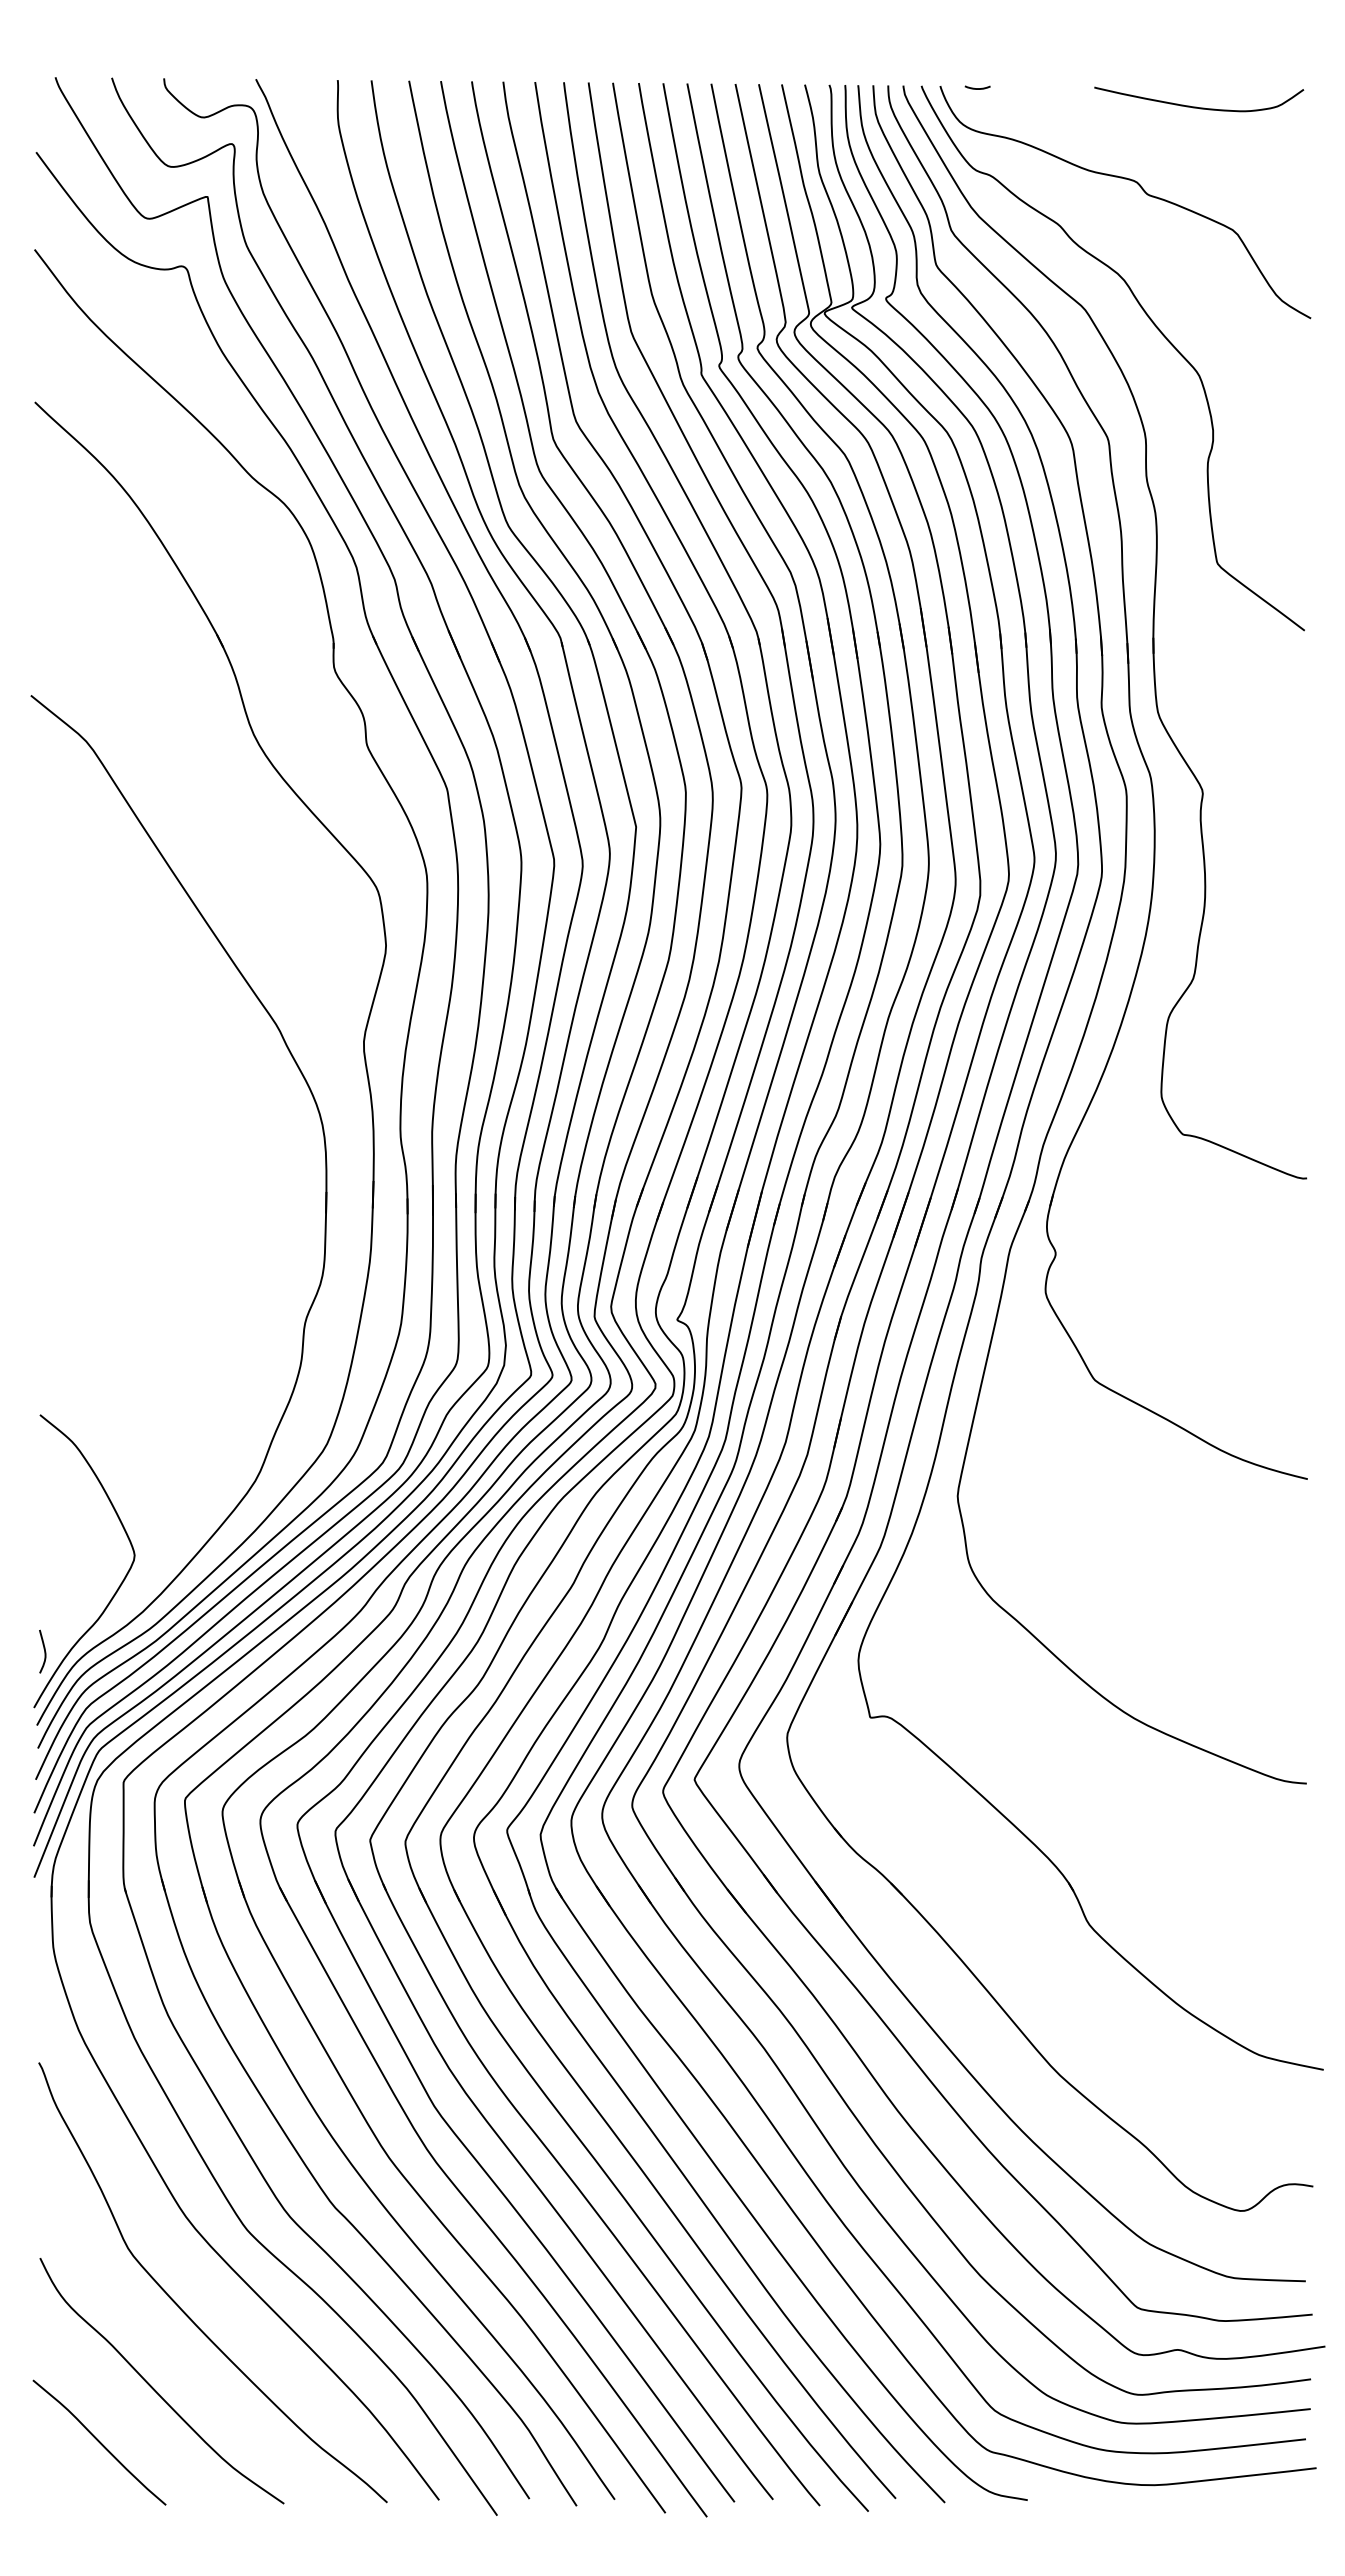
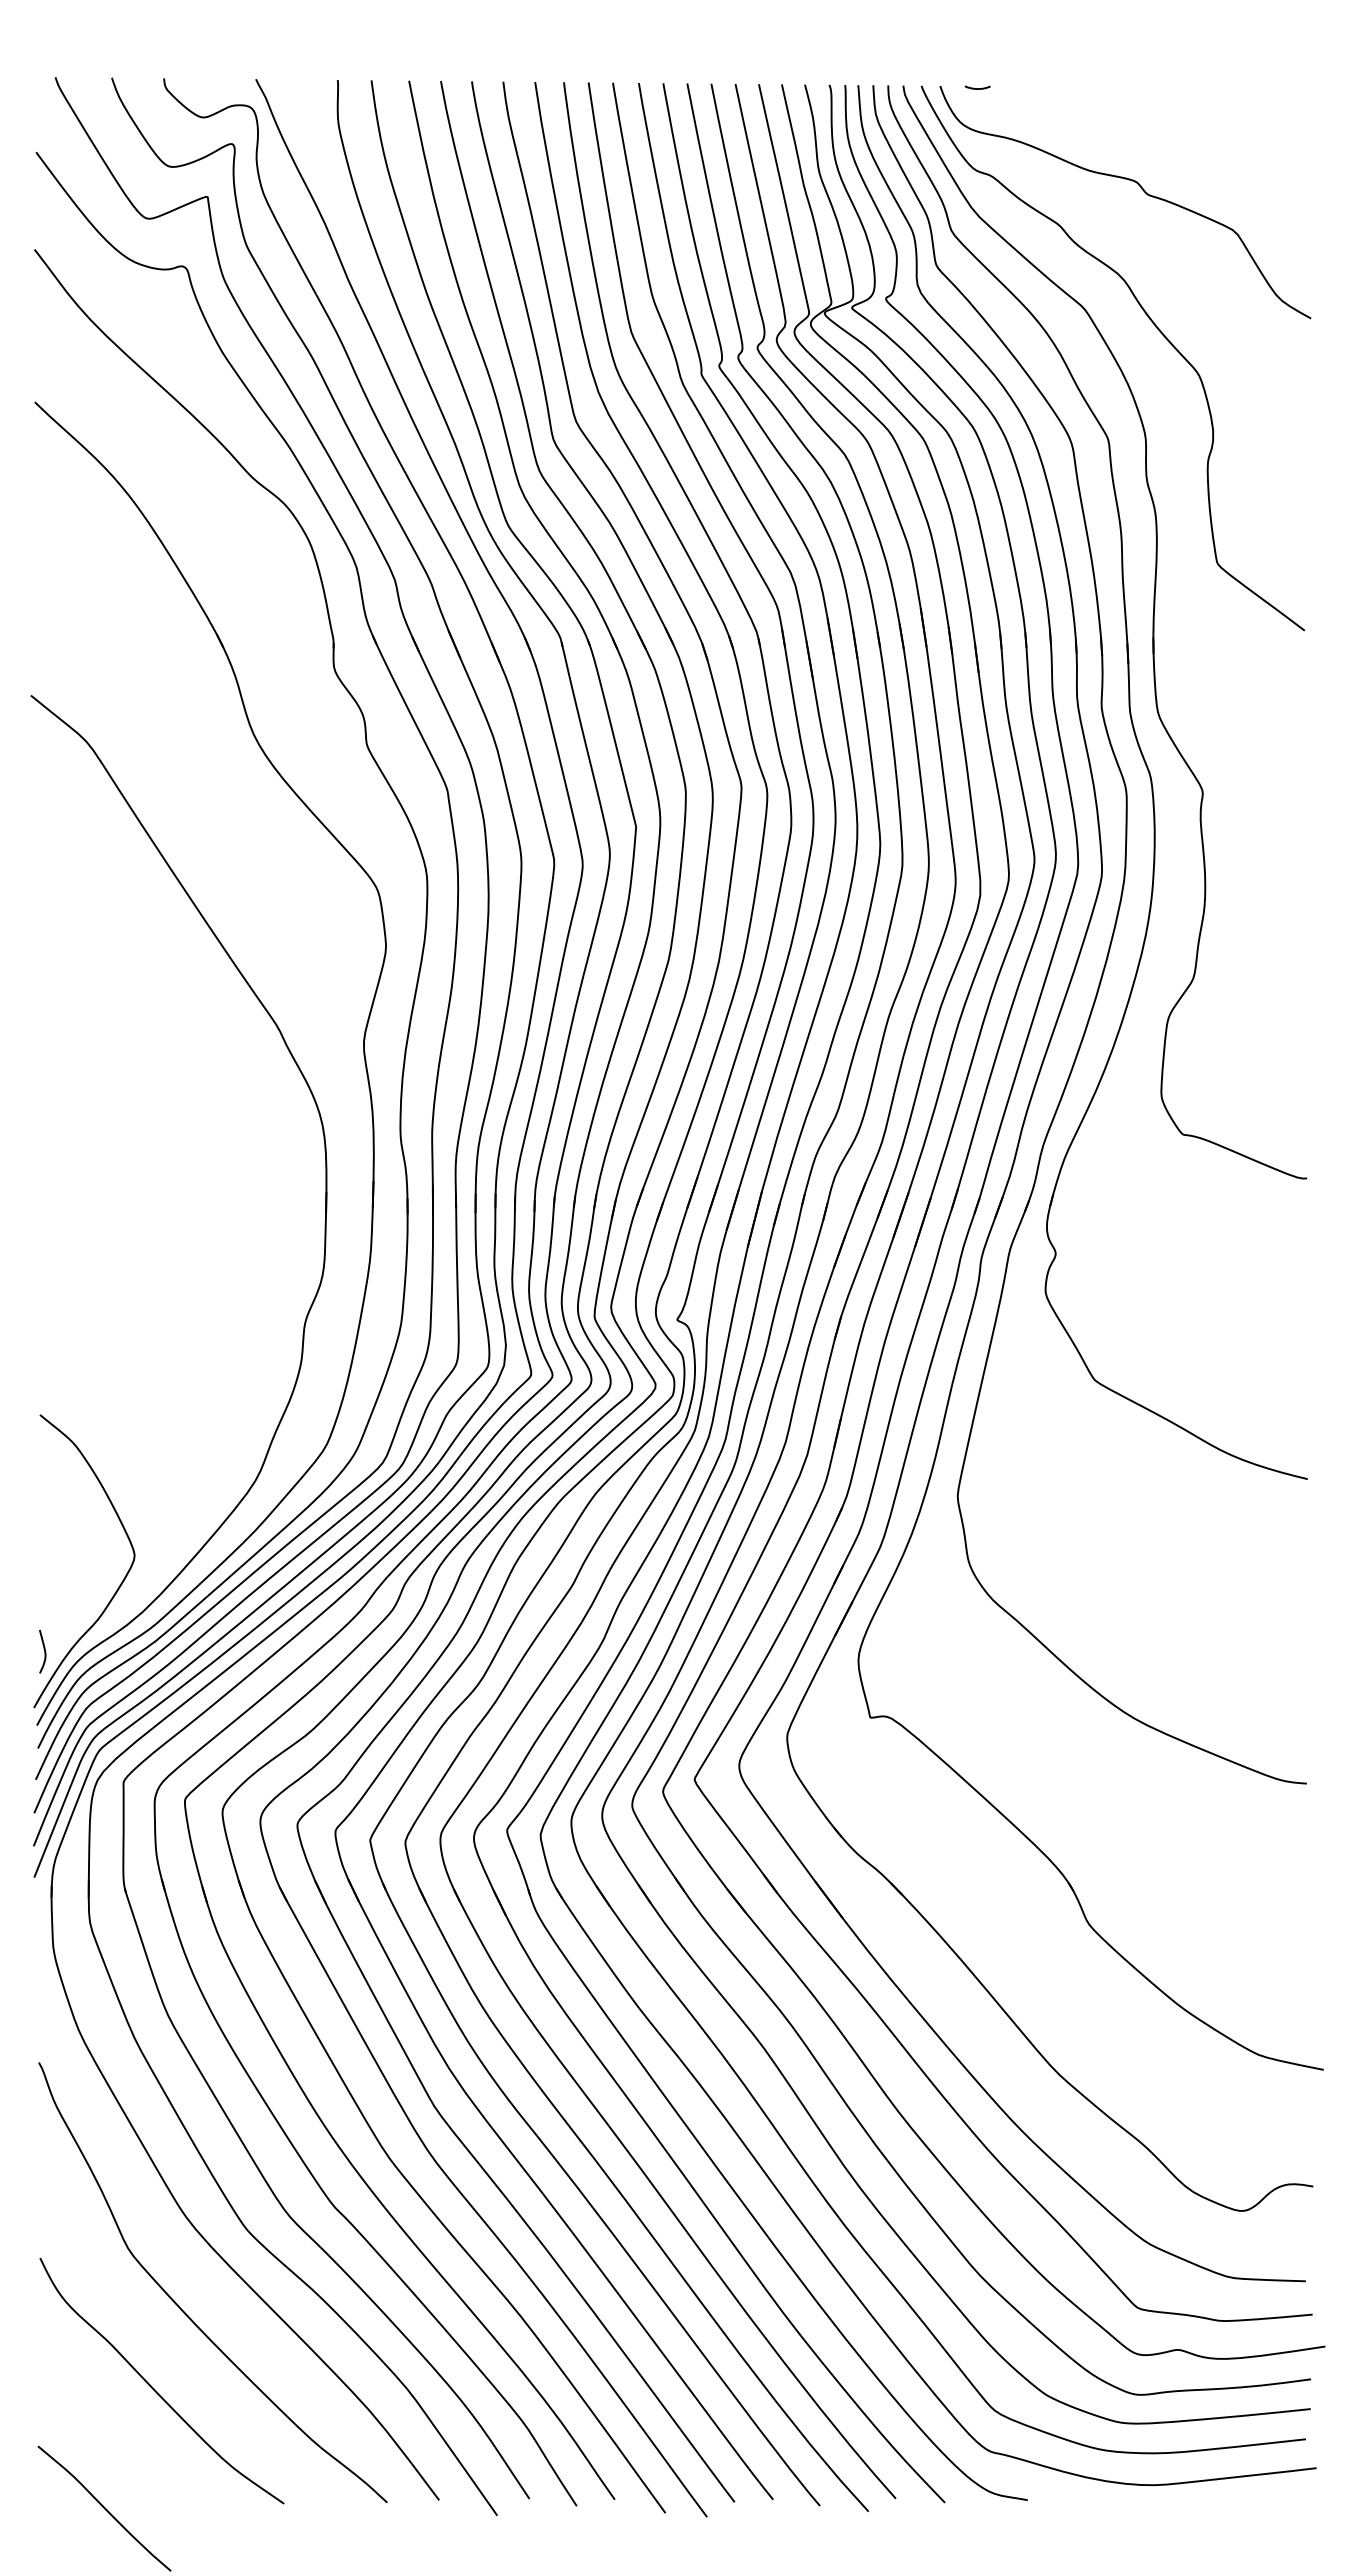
curve at (1196, 106): present -> none
curve at (99, 2442) position: (99, 2442) -> (104, 2508)
